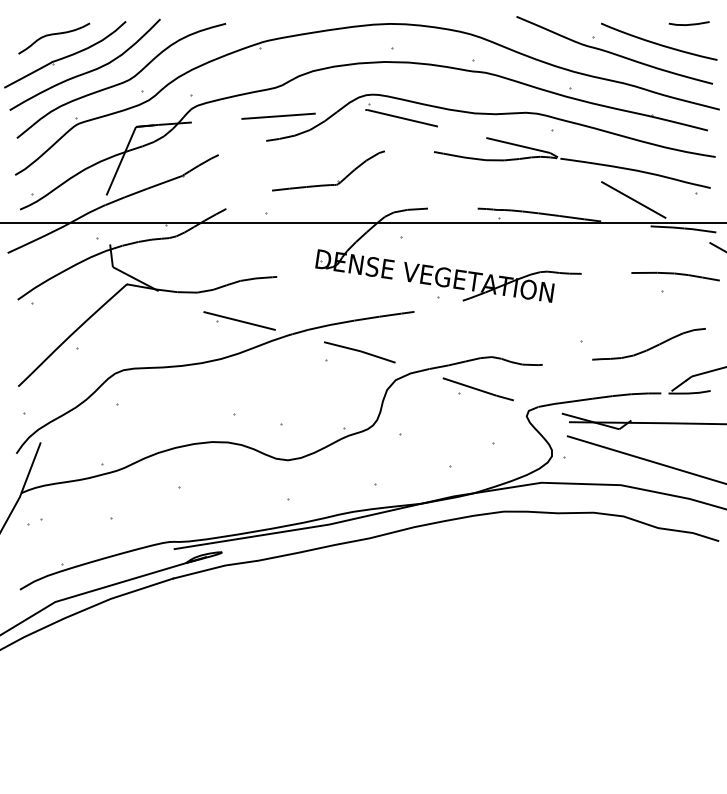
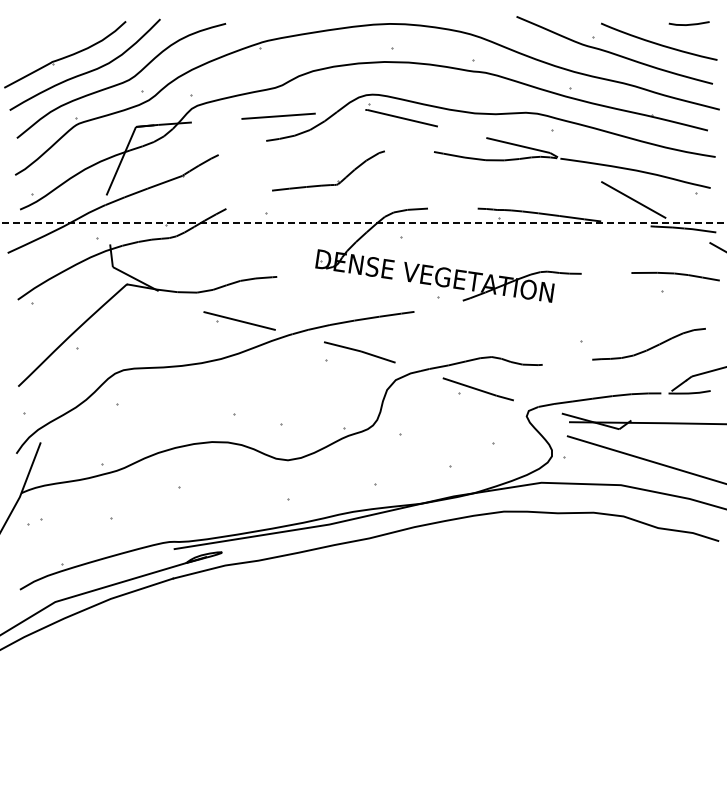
curve at (53, 35): present -> none
line at (363, 222): solid -> dashed
